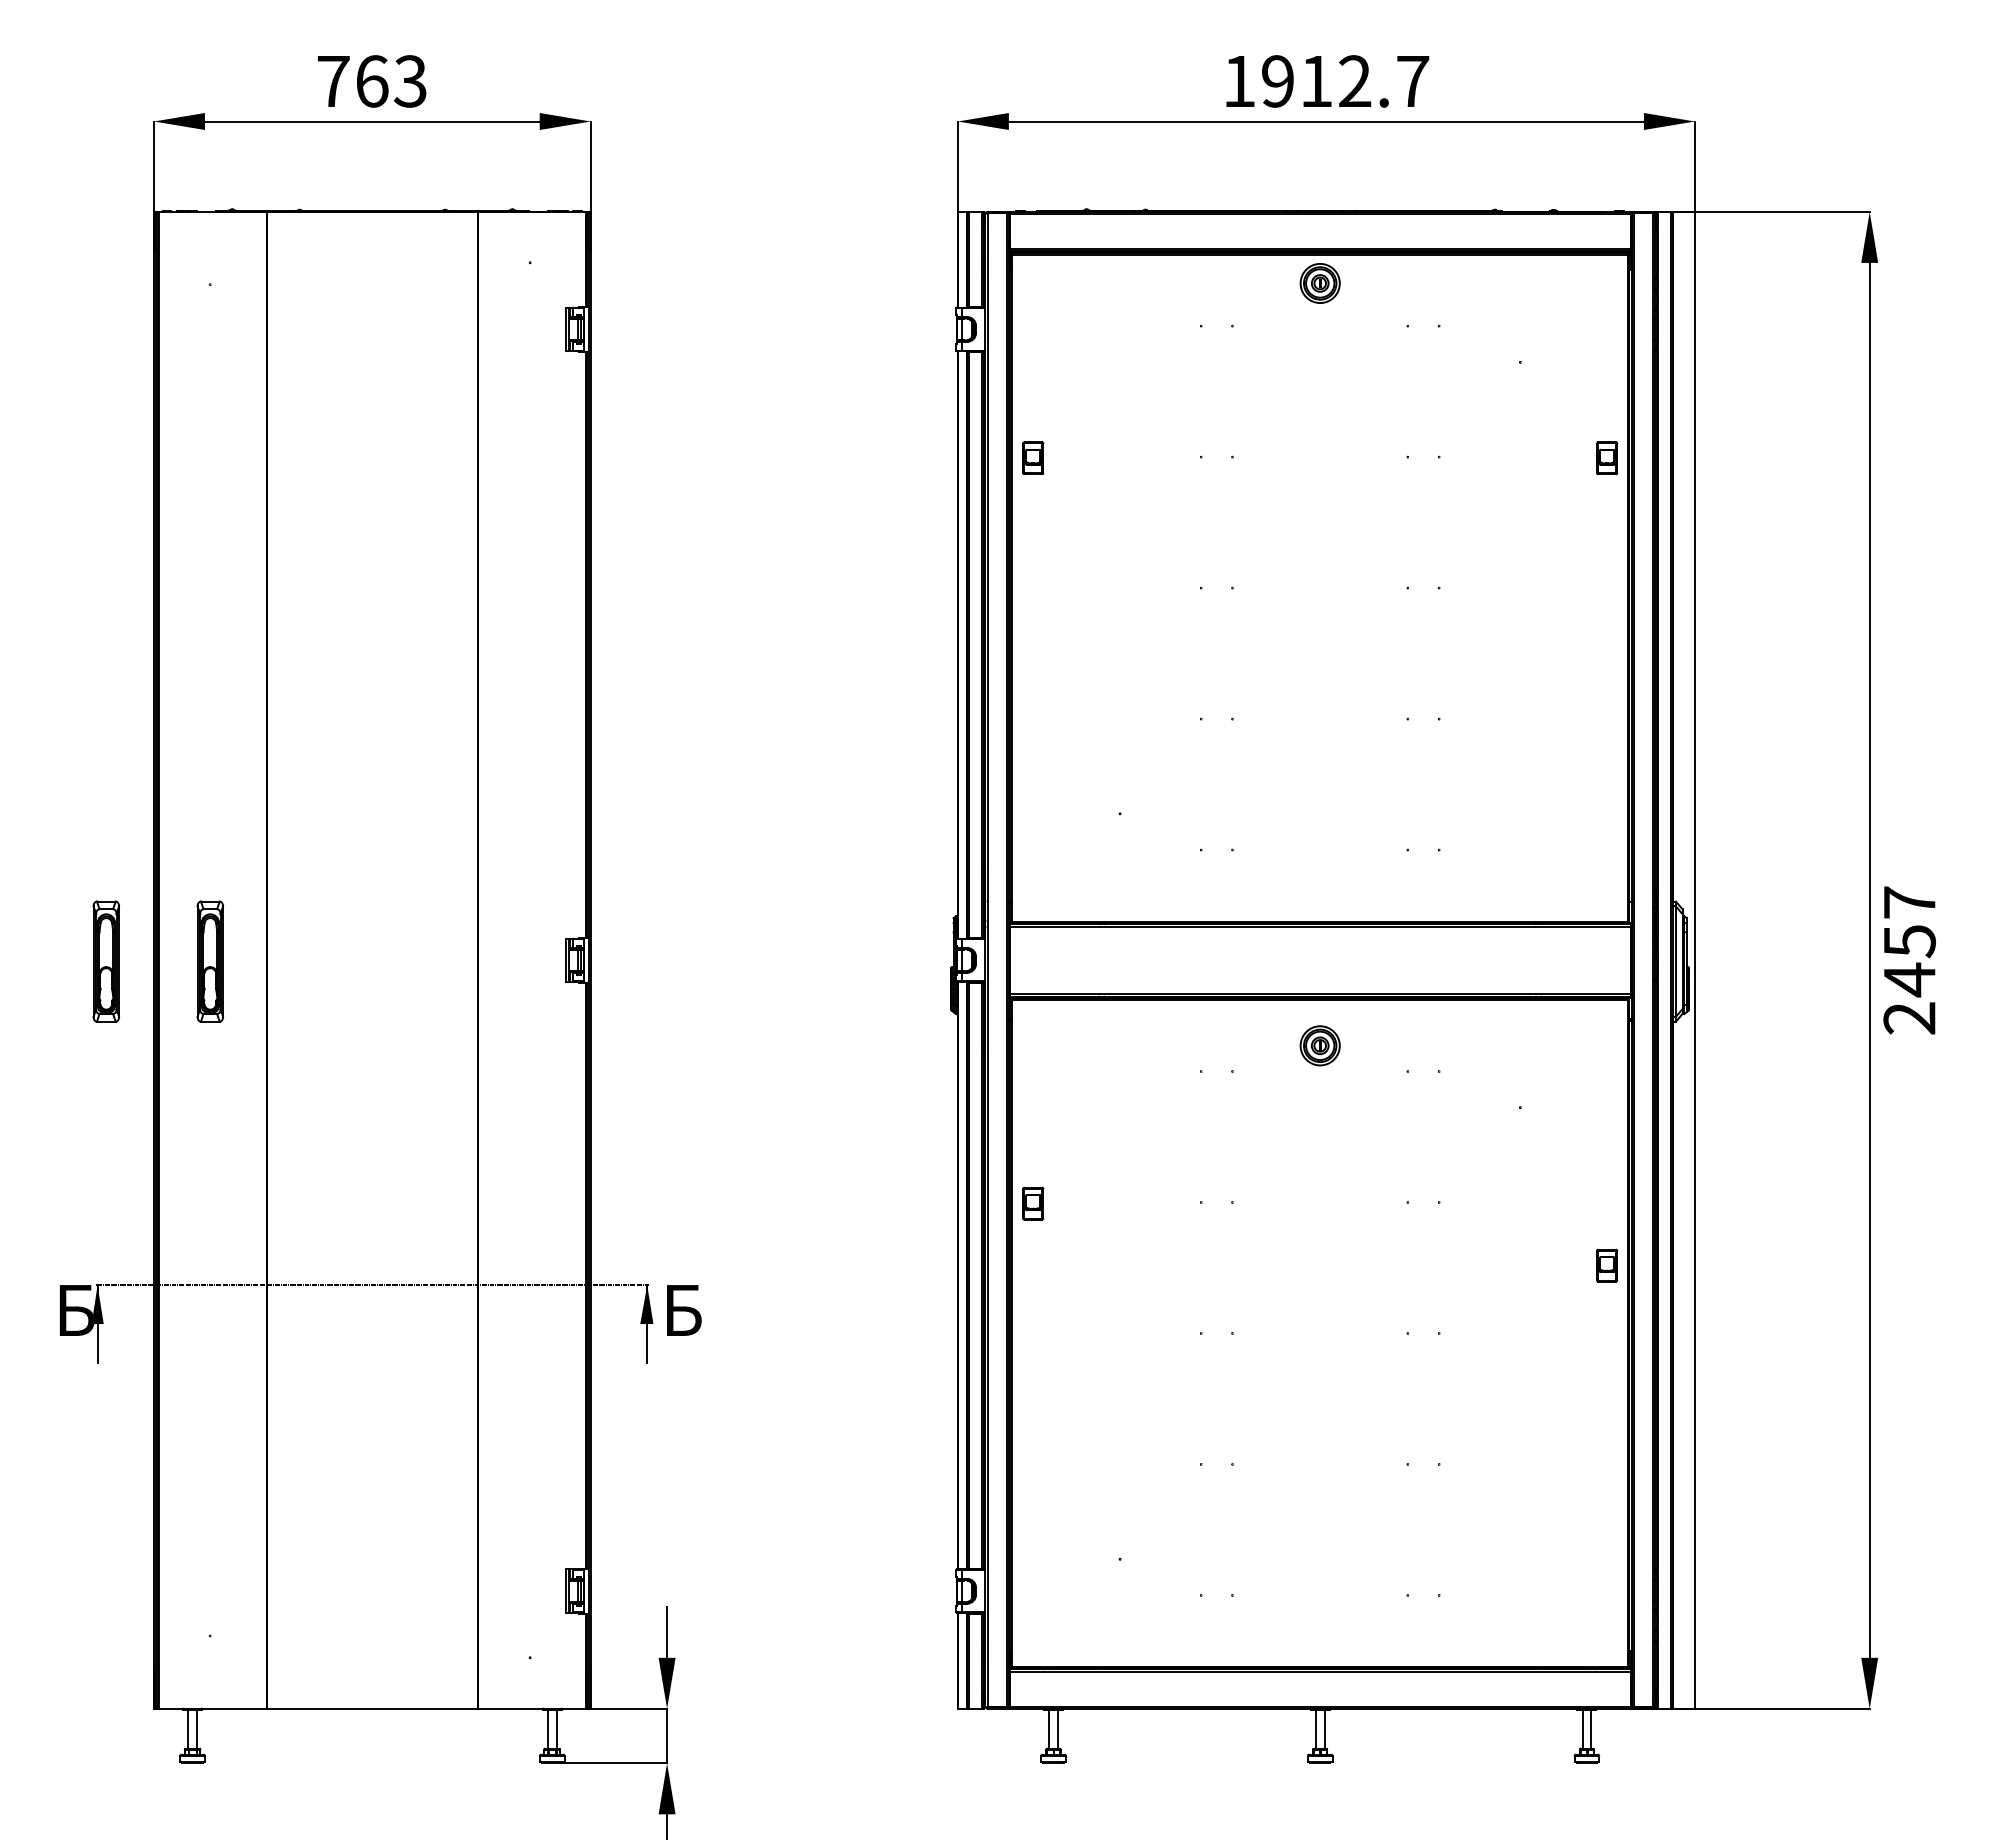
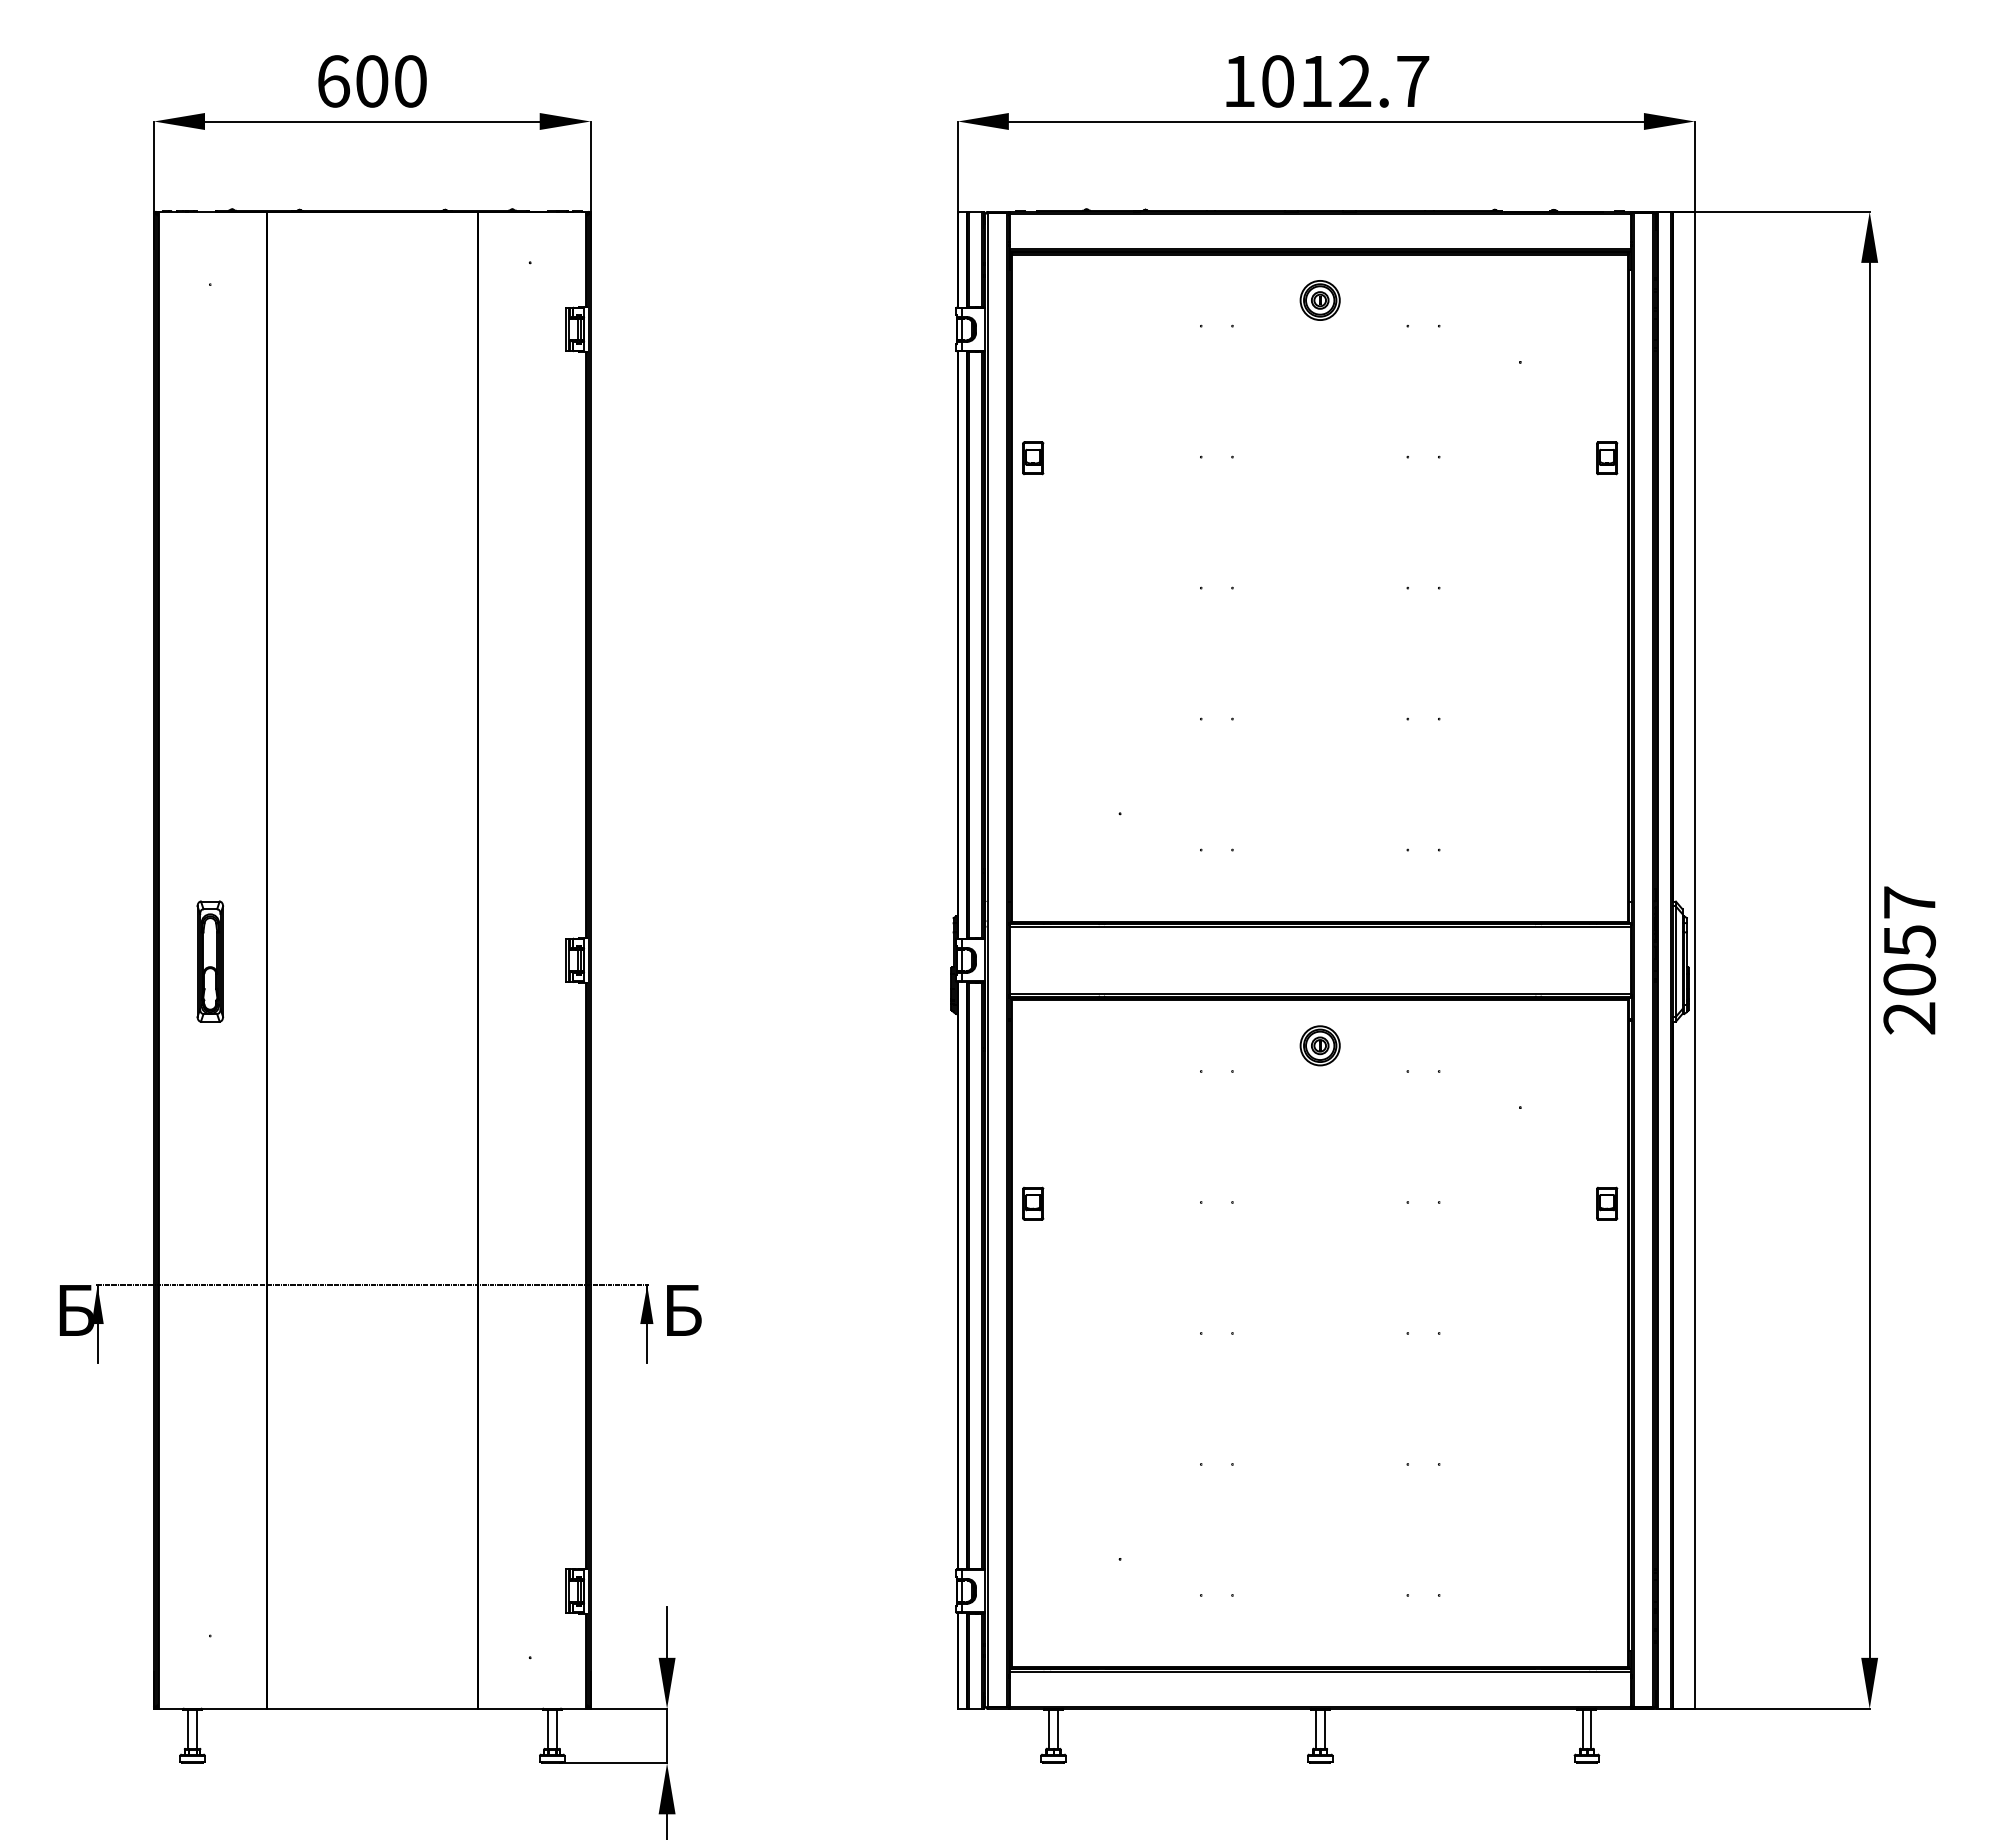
text at (372, 81): 763 -> 600
text at (1277, 81): 1912.7 -> 1012.7
part at (1319, 283) position: (1319, 283) -> (1319, 300)
part at (106, 961): present -> none
text at (1909, 979): 2457 -> 2057
part at (1607, 1265) position: (1607, 1265) -> (1607, 1203)
